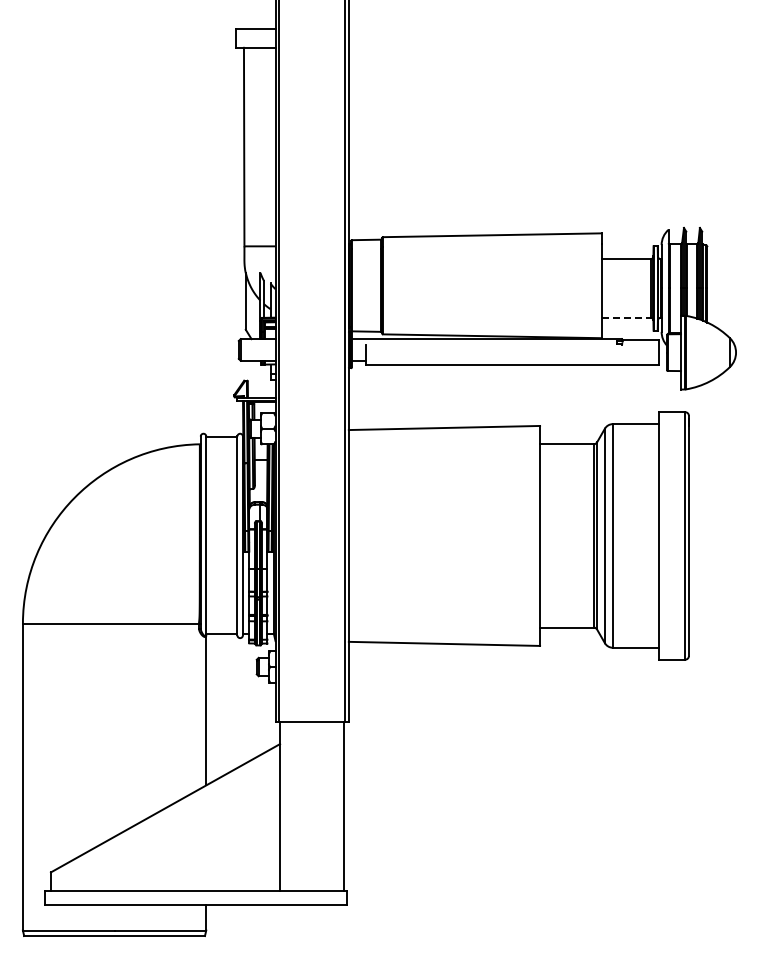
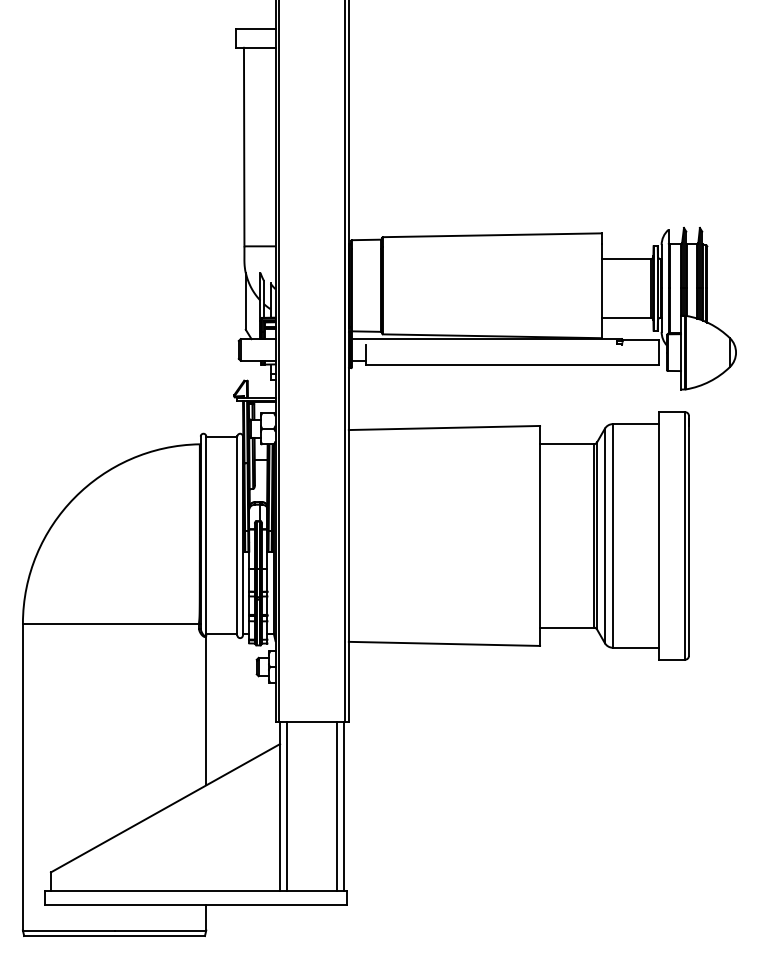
line at (626, 317): dashed -> solid
line at (287, 806): none -> present
line at (336, 806): none -> present
